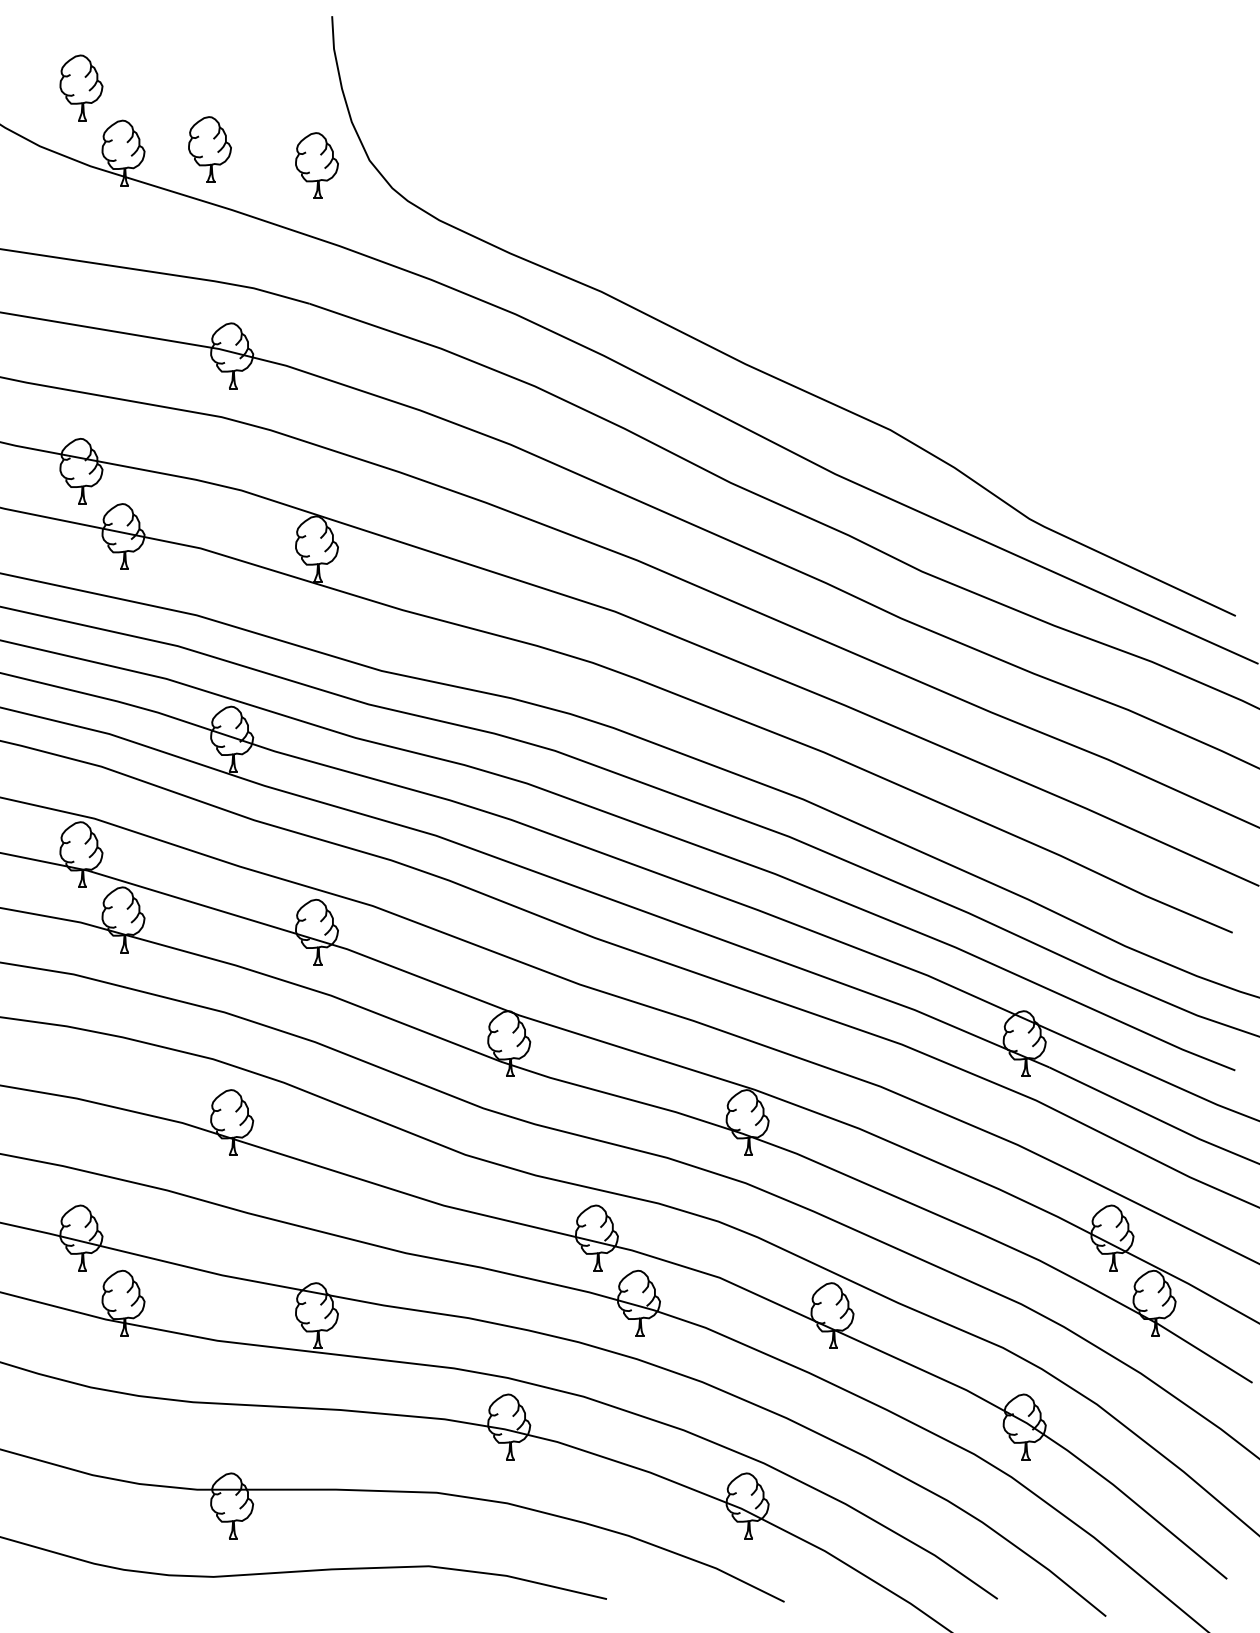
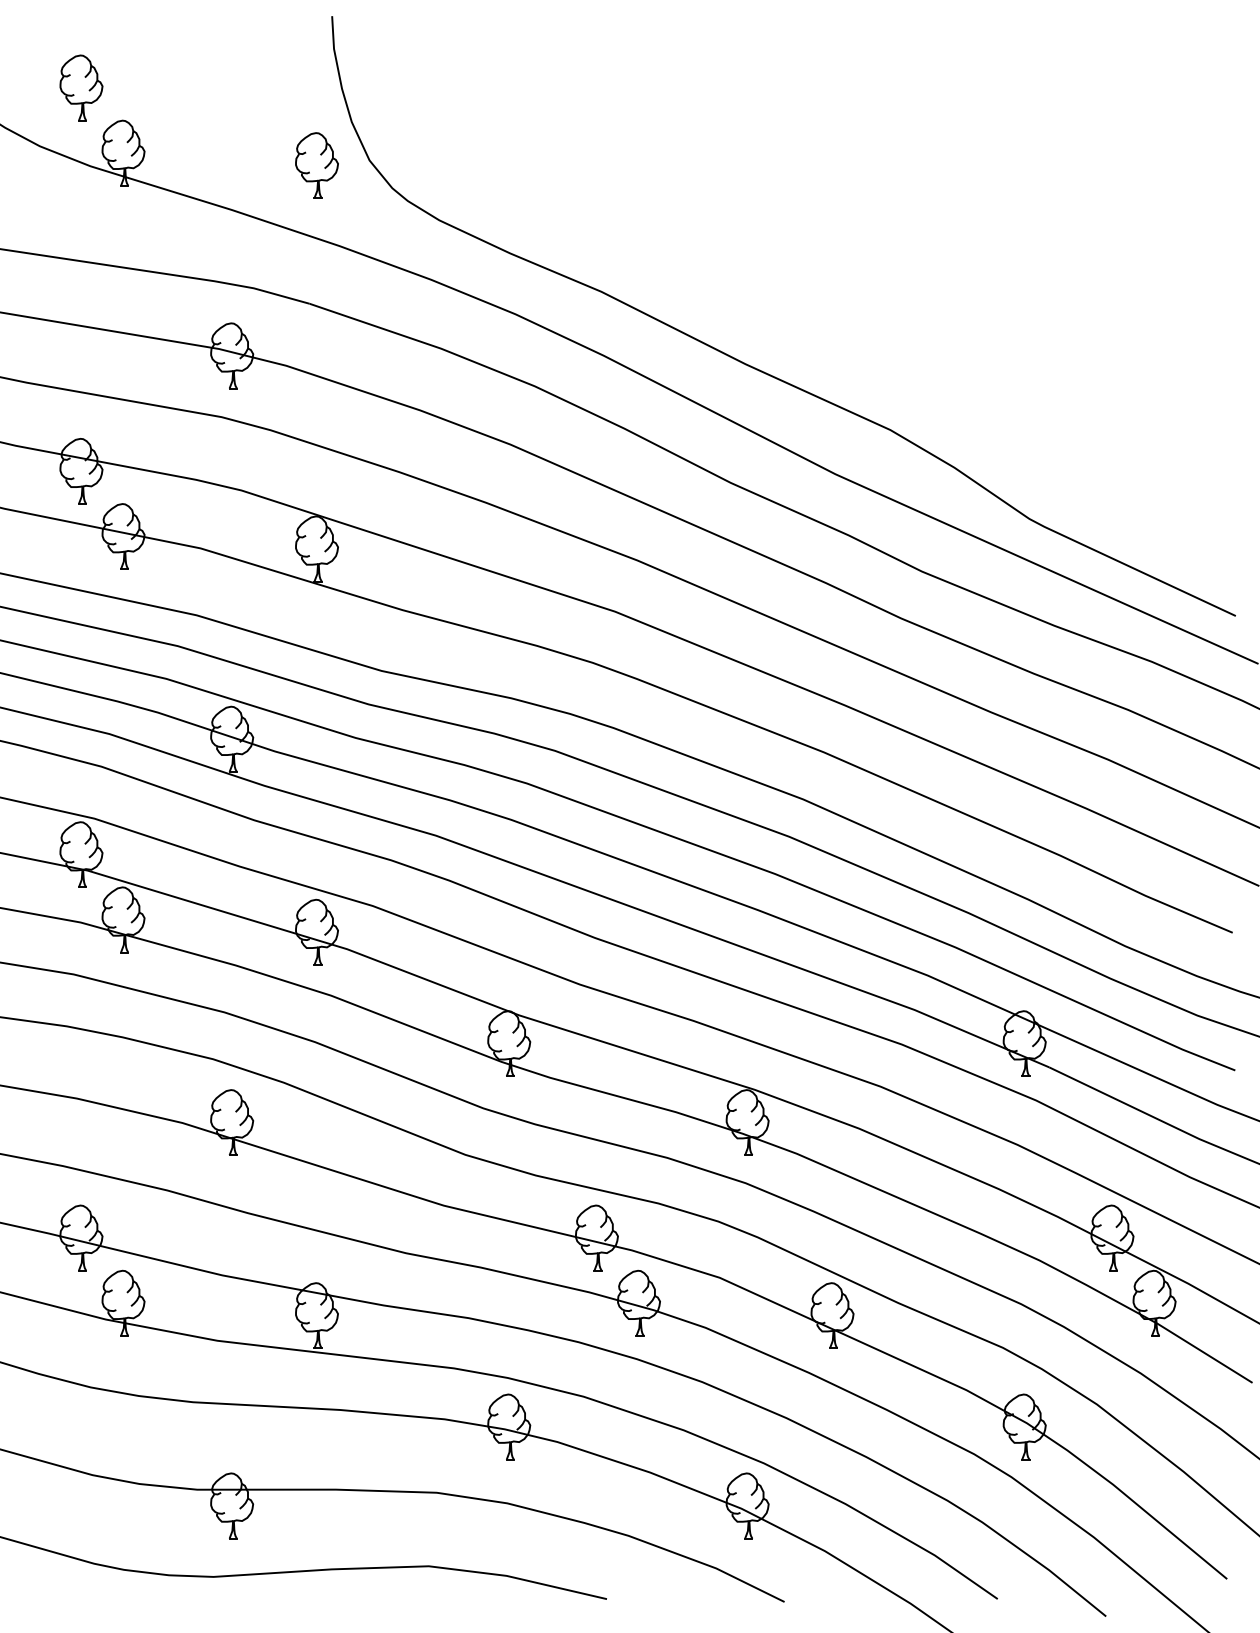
part at (209, 149): present -> none
